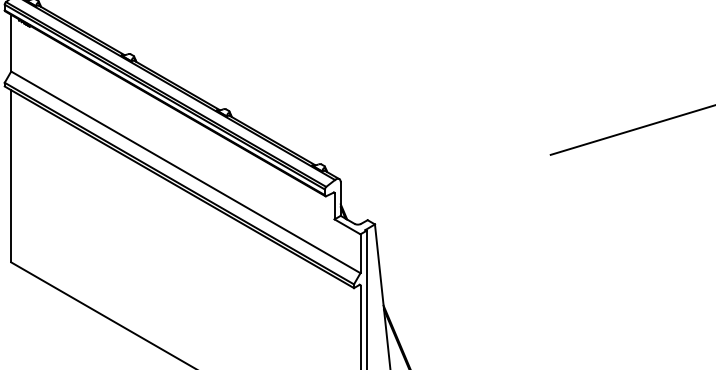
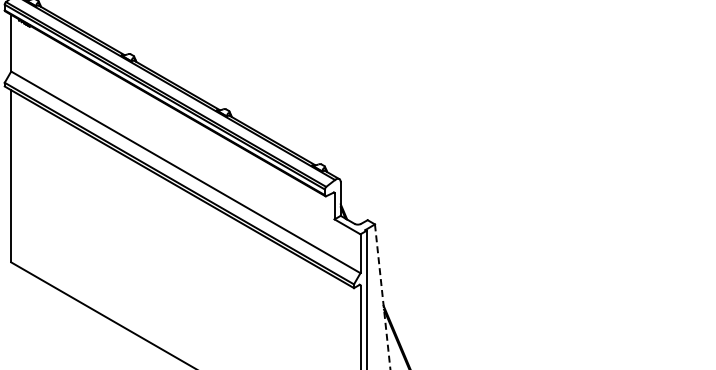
line at (631, 130): present -> none
line at (382, 297): solid -> dashed
